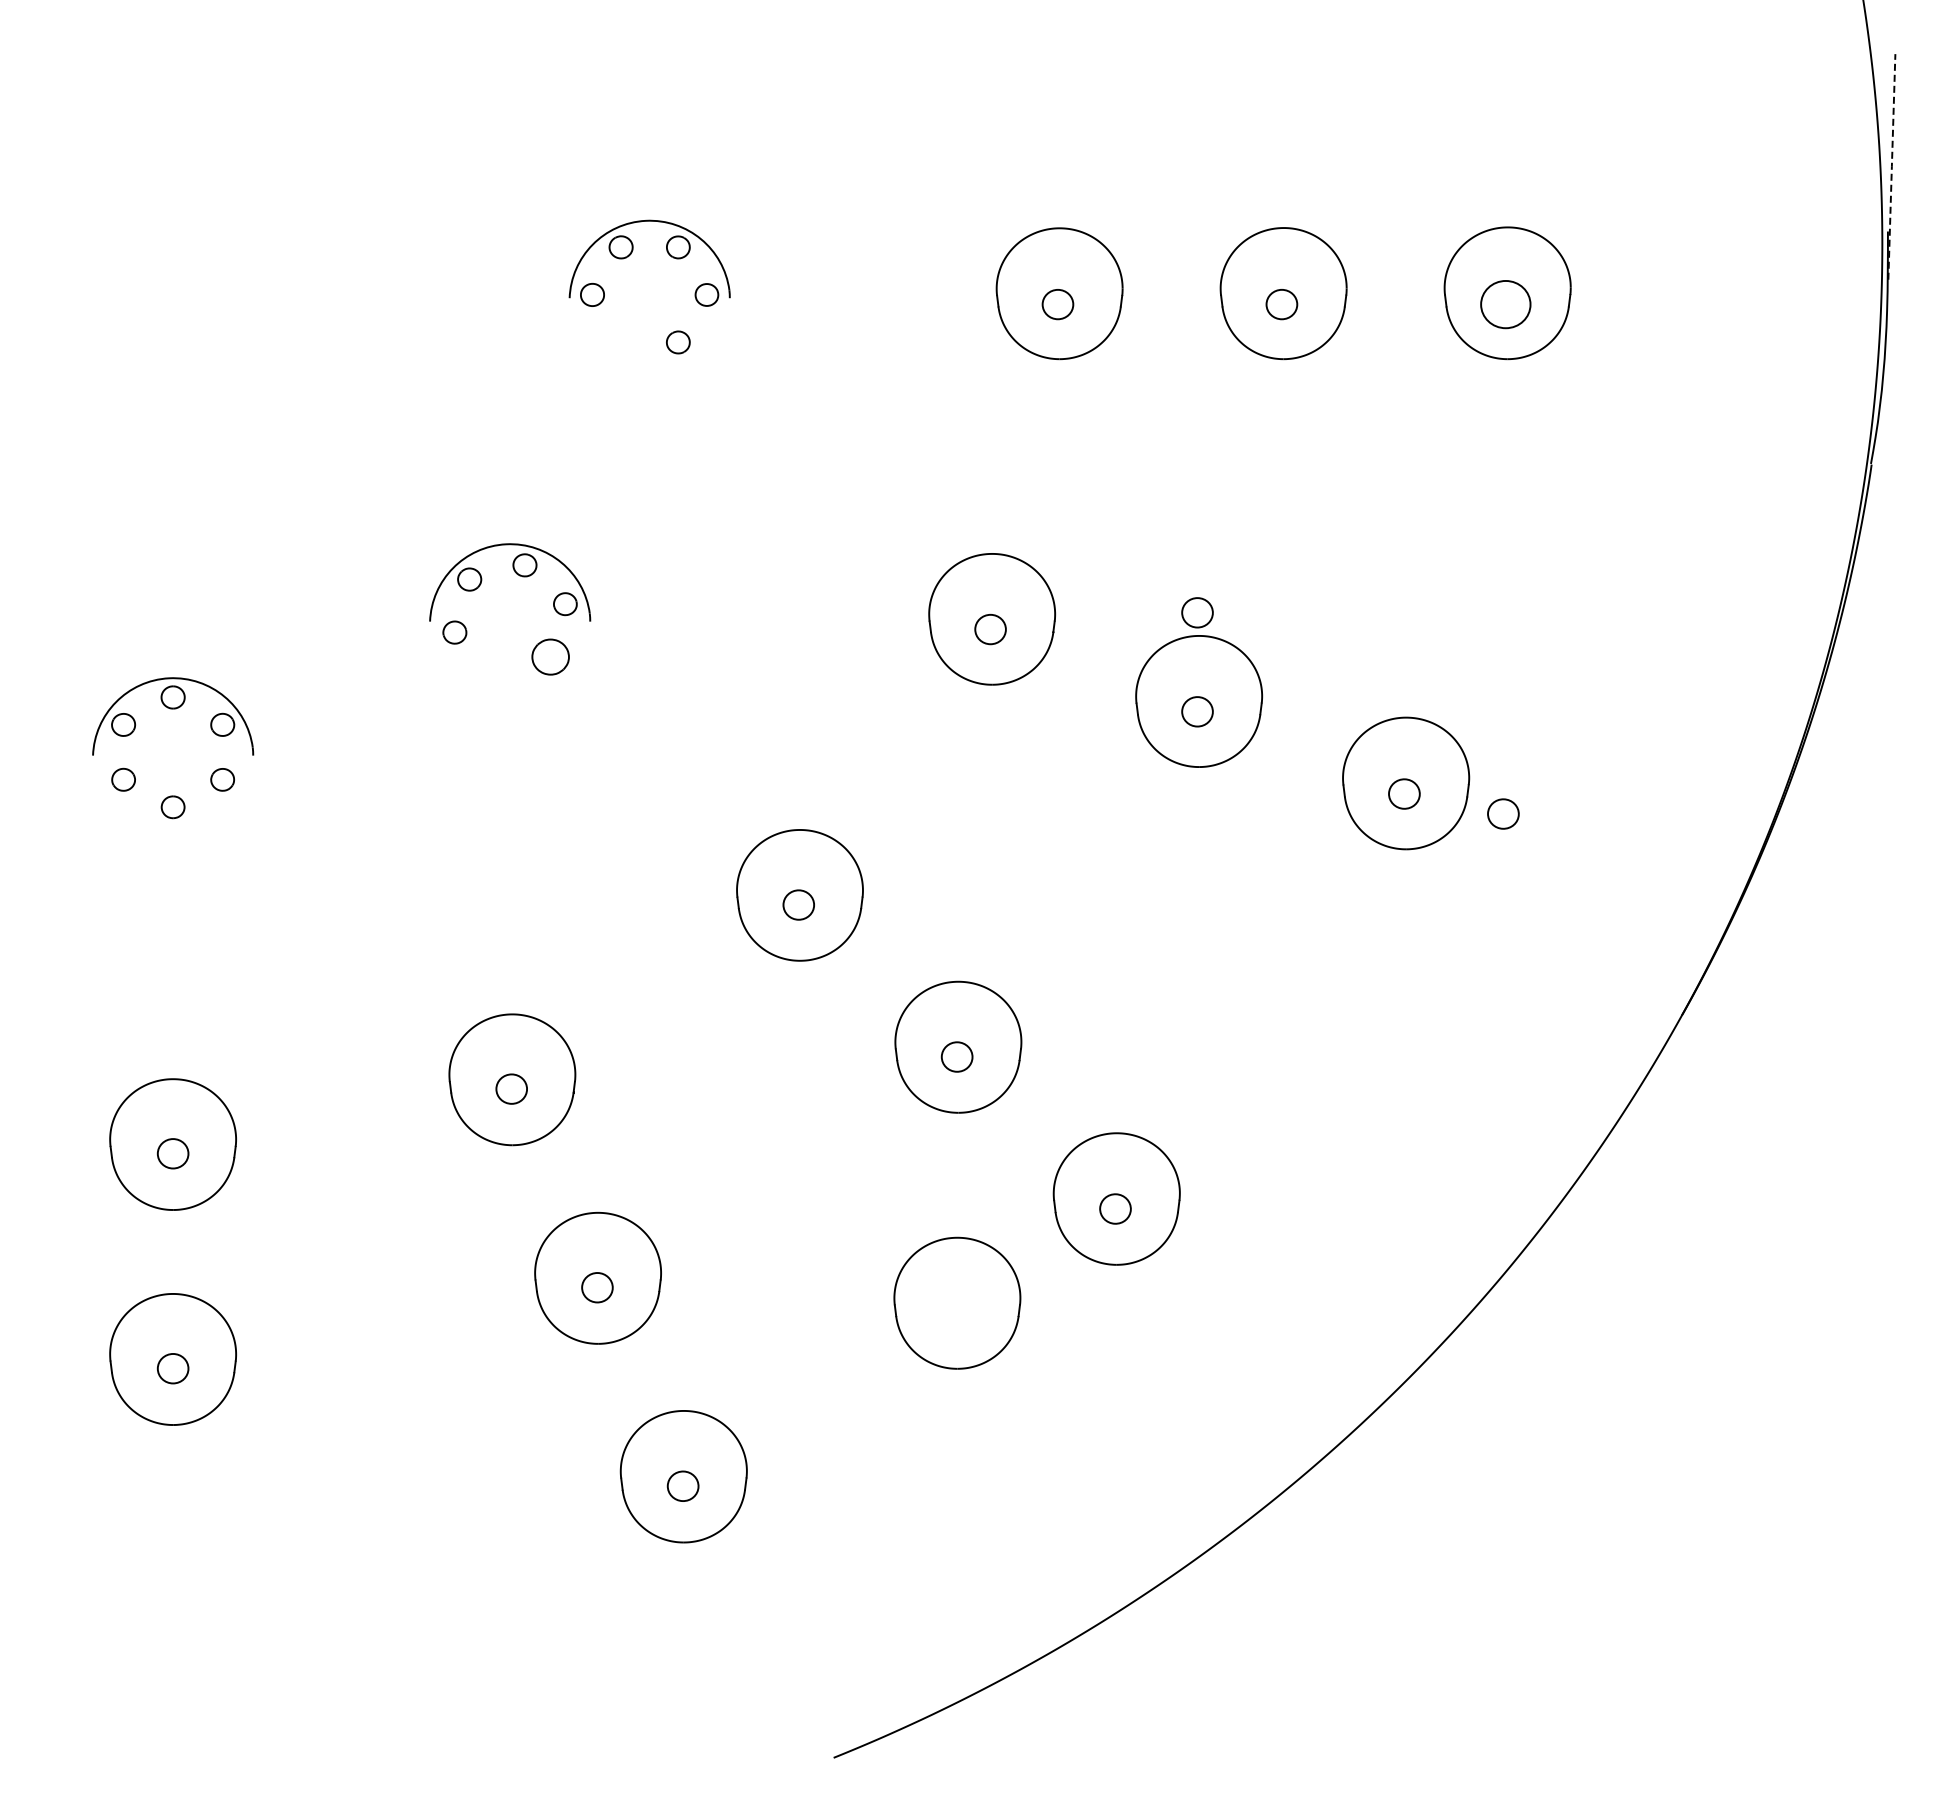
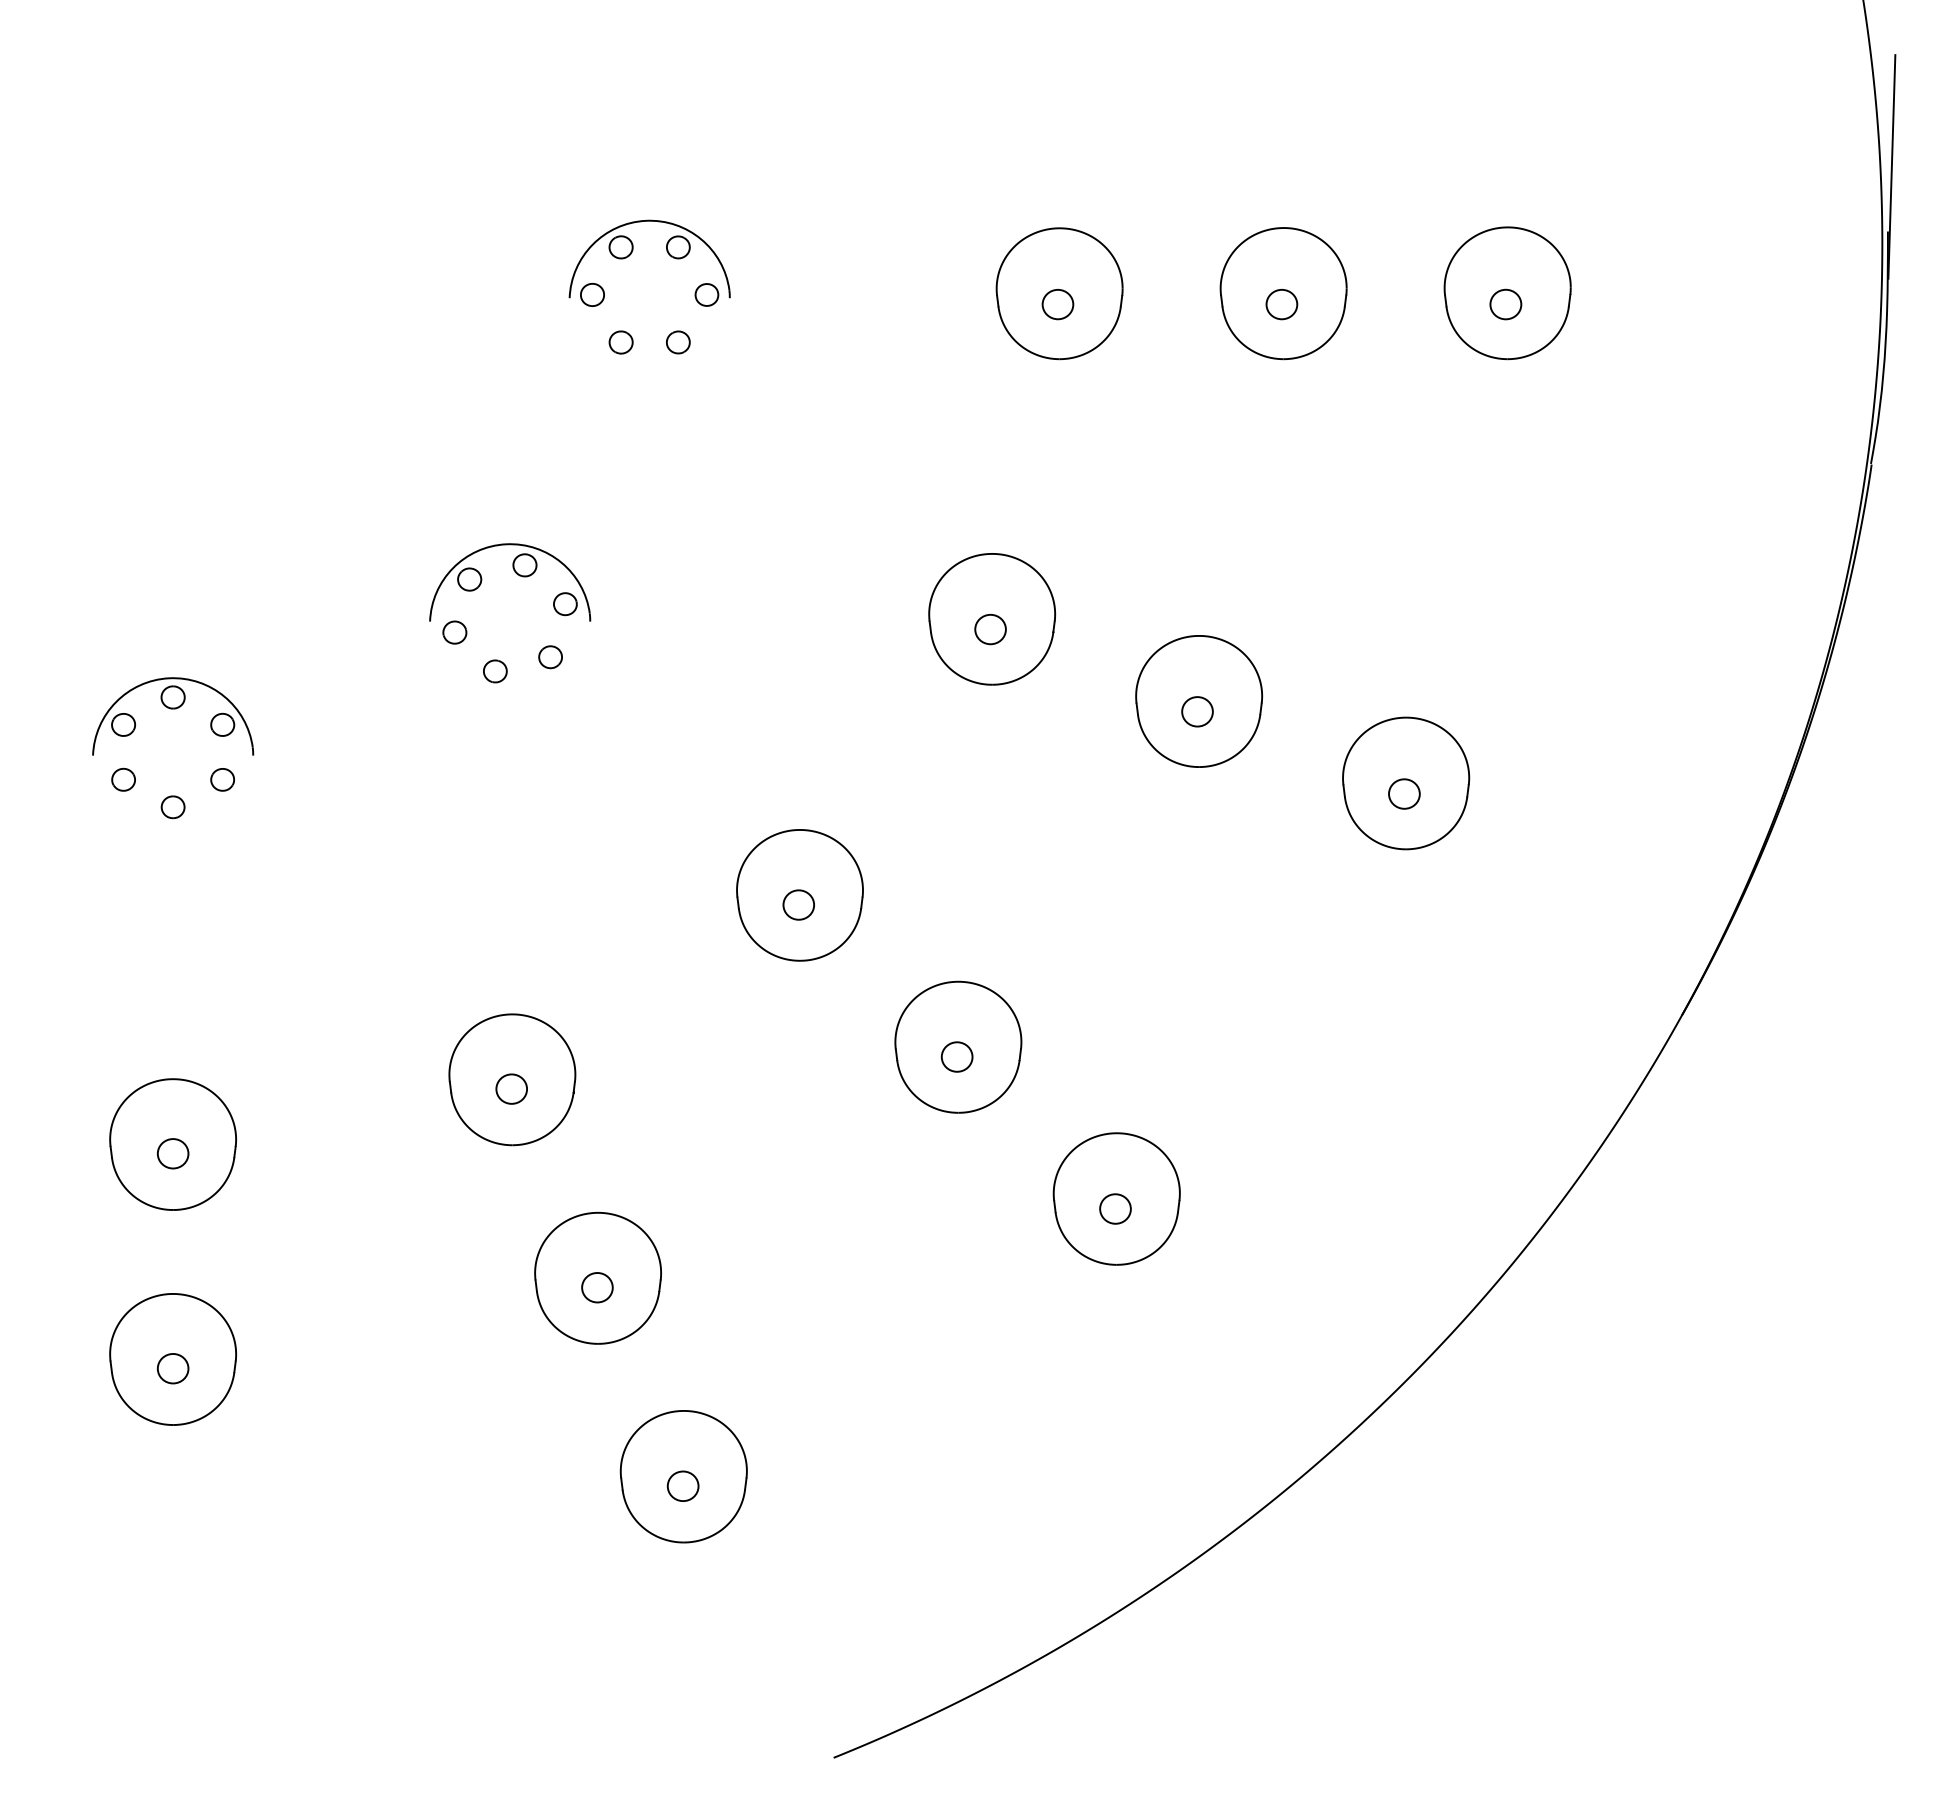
line at (1891, 166): dashed -> solid
part at (1505, 304) size: 52x50 px -> 34x33 px
part at (620, 342): none -> present
part at (1197, 612): present -> none
part at (550, 656) size: 39x38 px -> 25x25 px
part at (495, 671): none -> present
part at (1503, 813): present -> none
part at (957, 1302): present -> none
